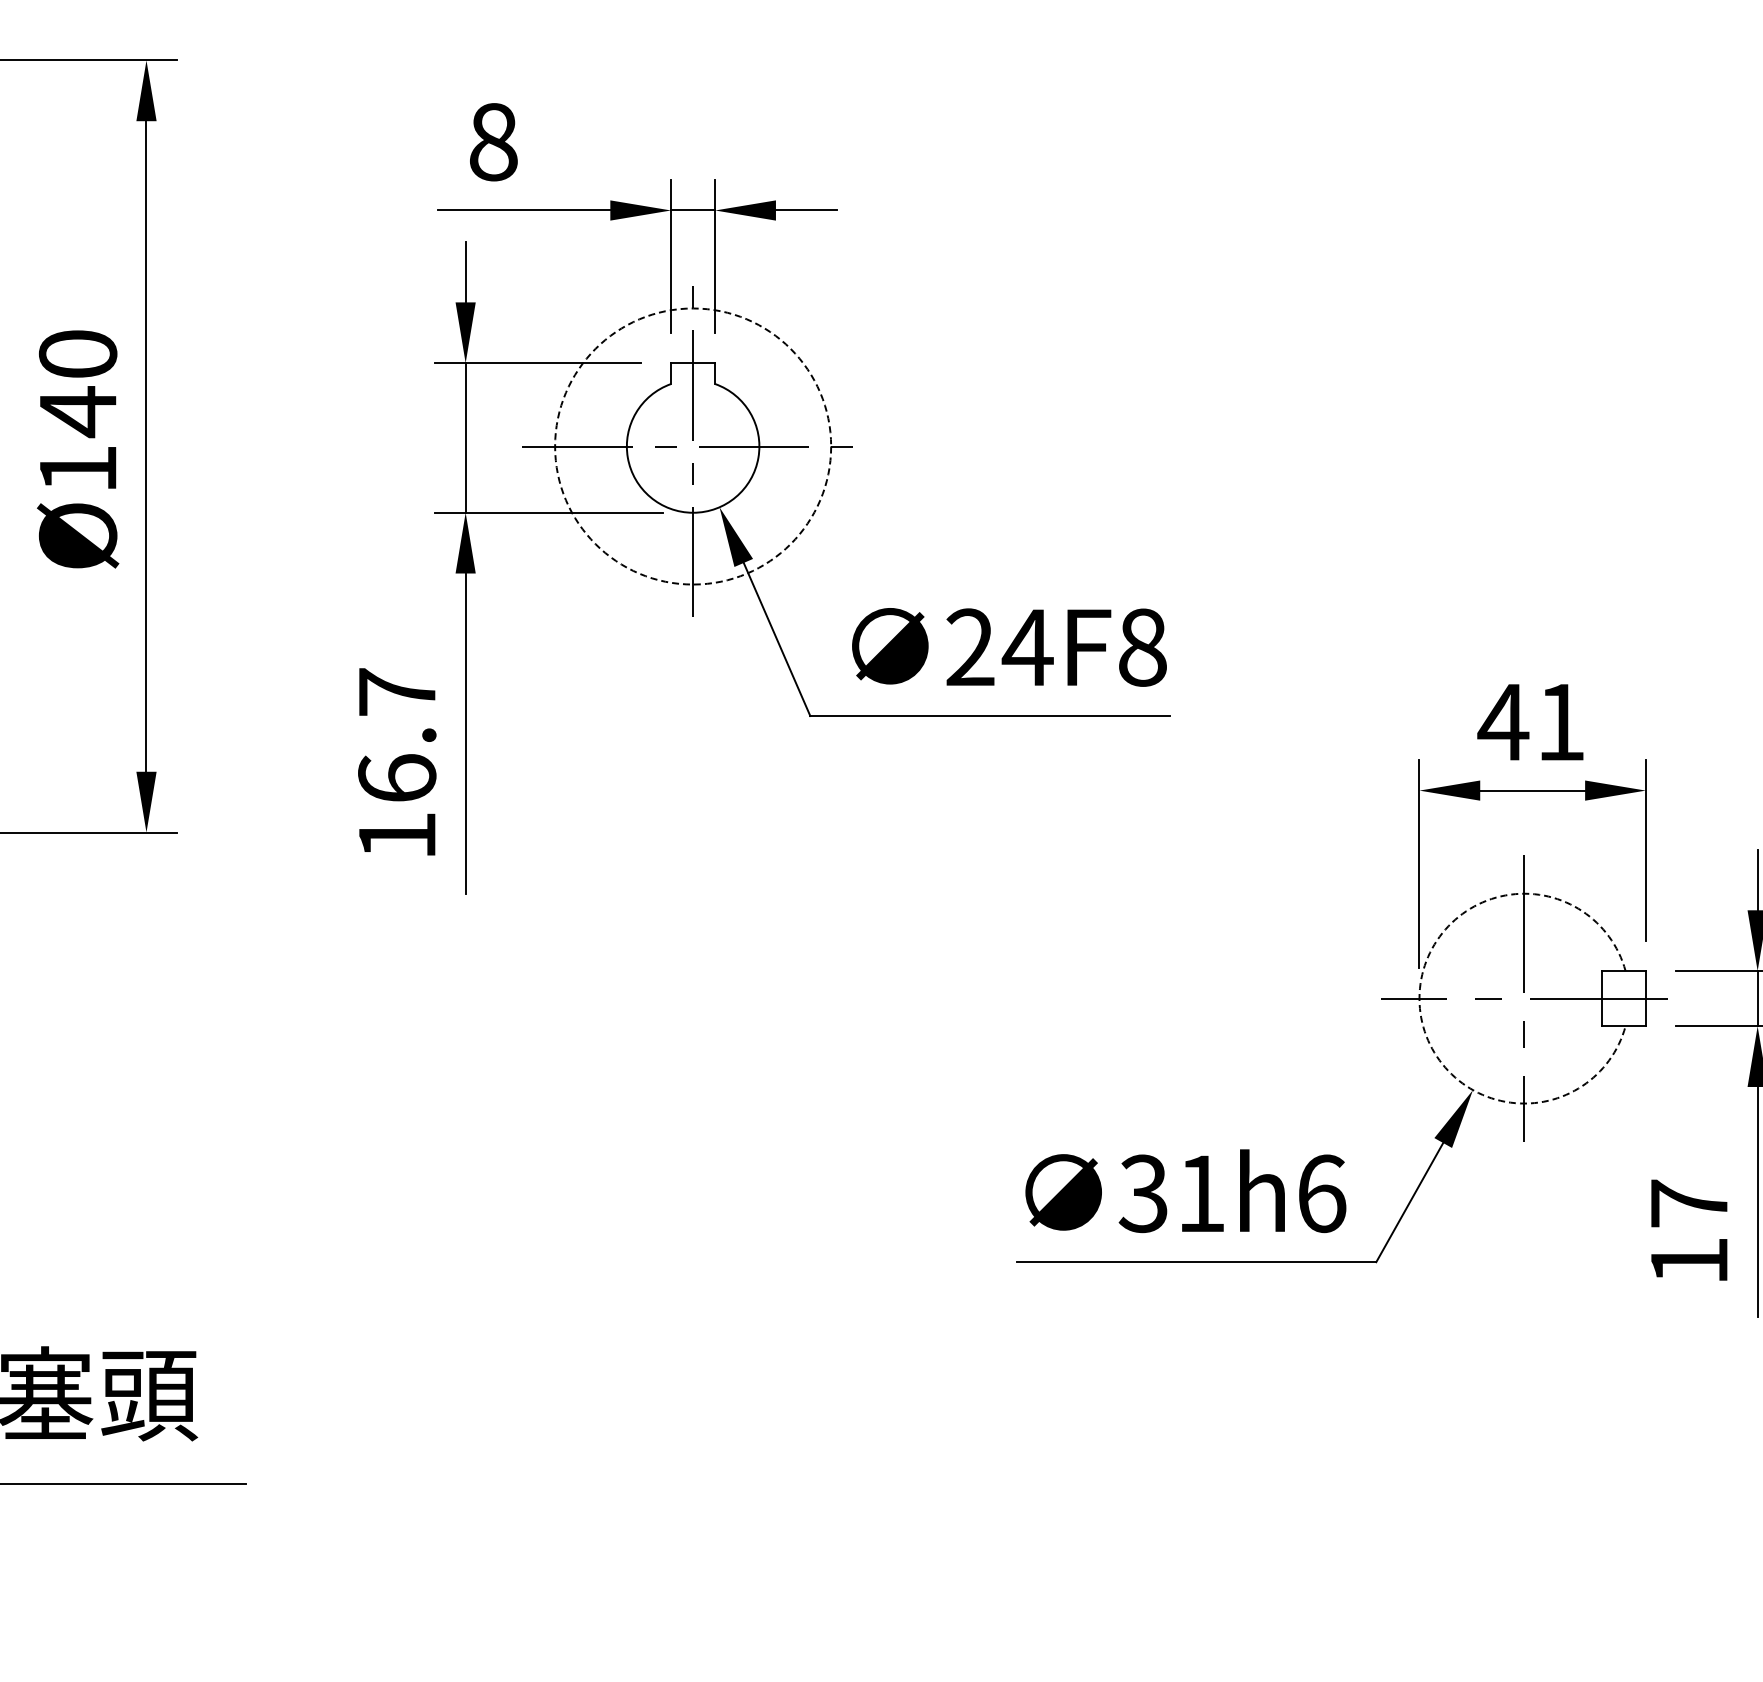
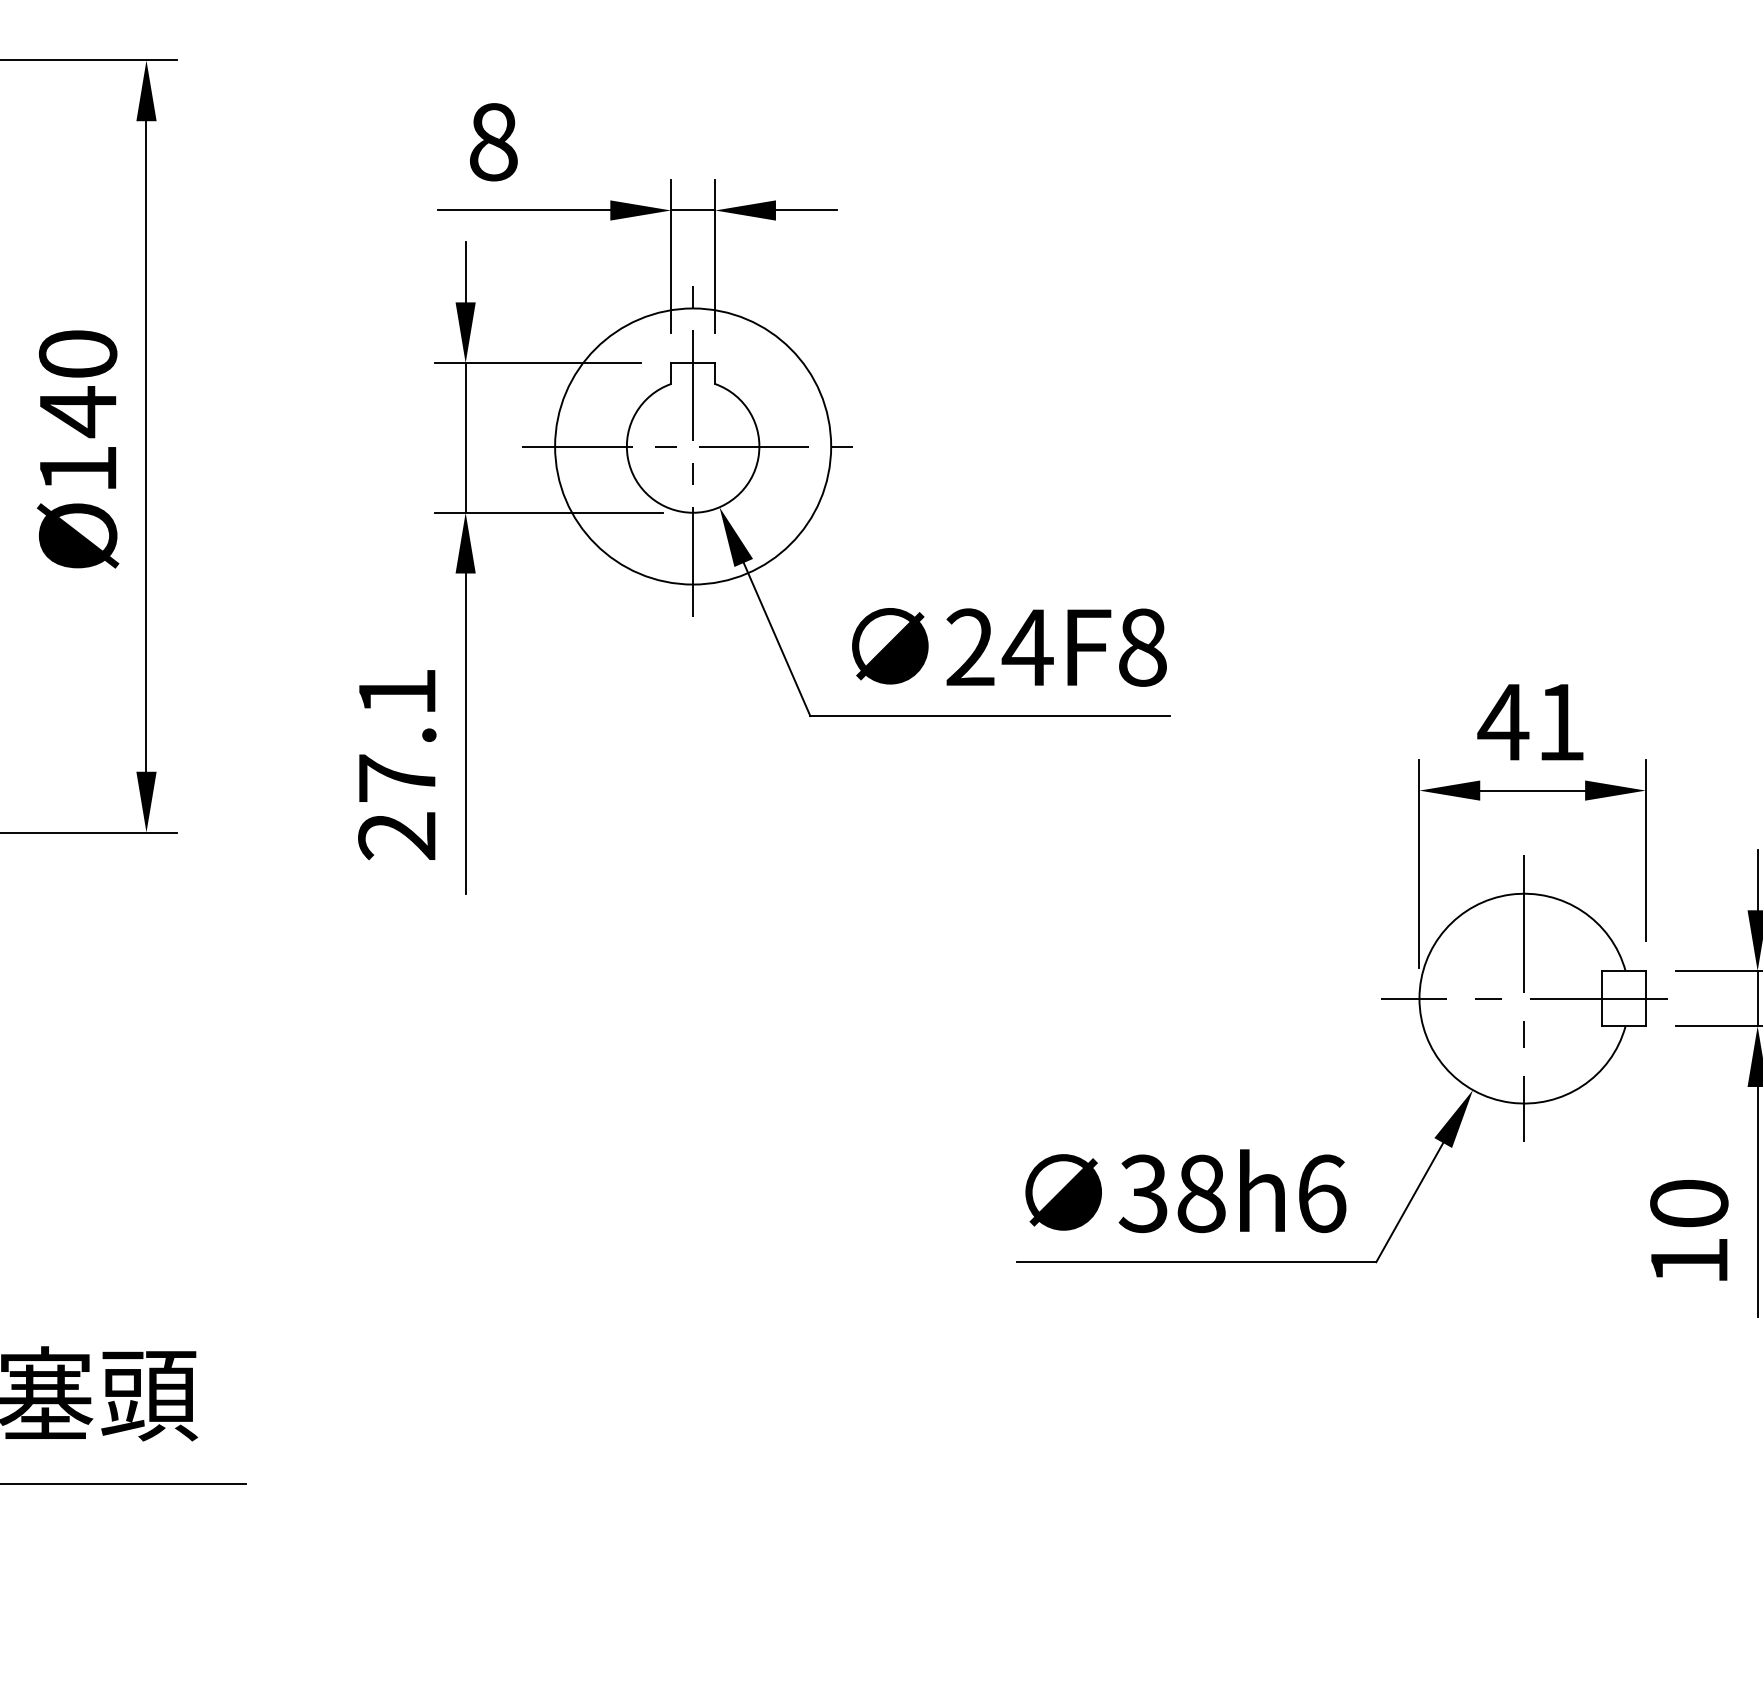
circle at (693, 446): dashed -> solid
text at (397, 764): 16.7 -> 27.1
arc at (1419, 998): dashed -> solid
text at (1201, 1193): 31h6 -> 38h6
text at (1689, 1203): 17 -> 10
